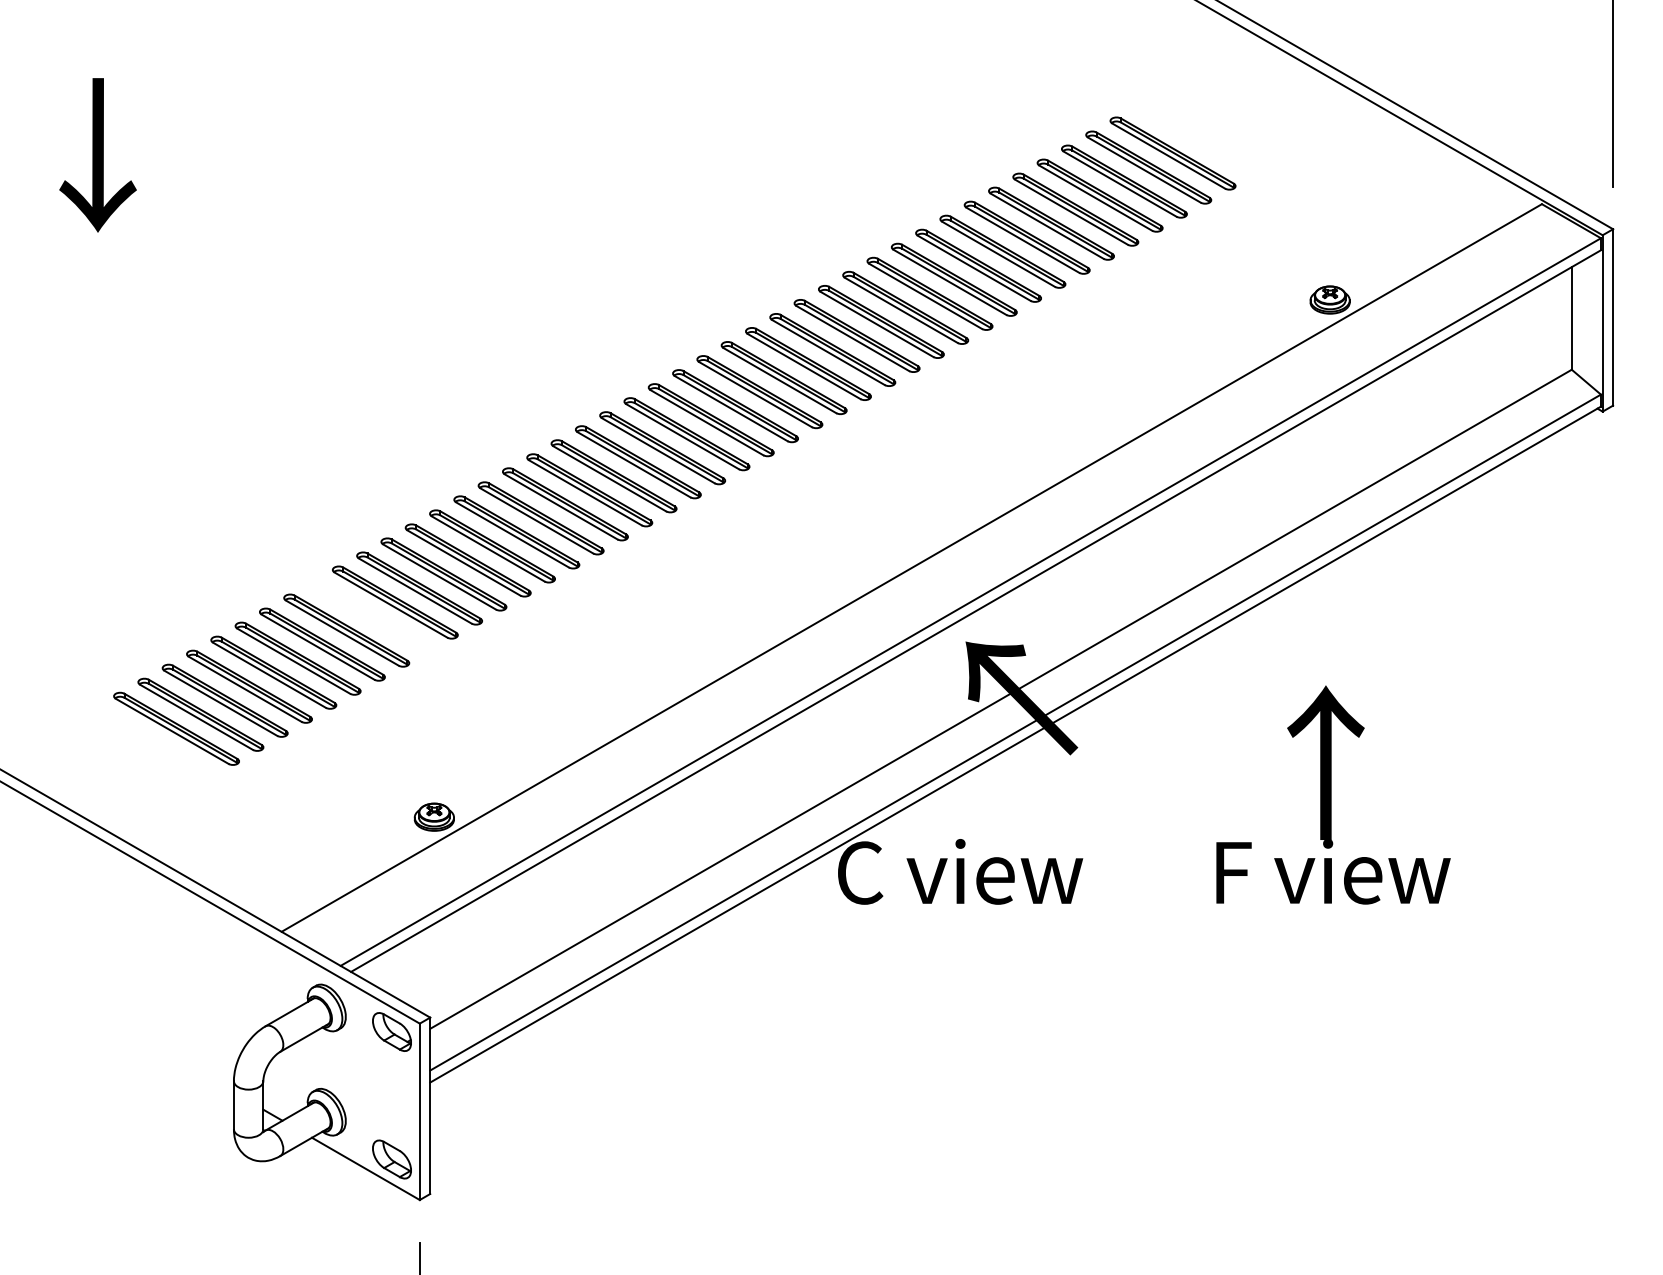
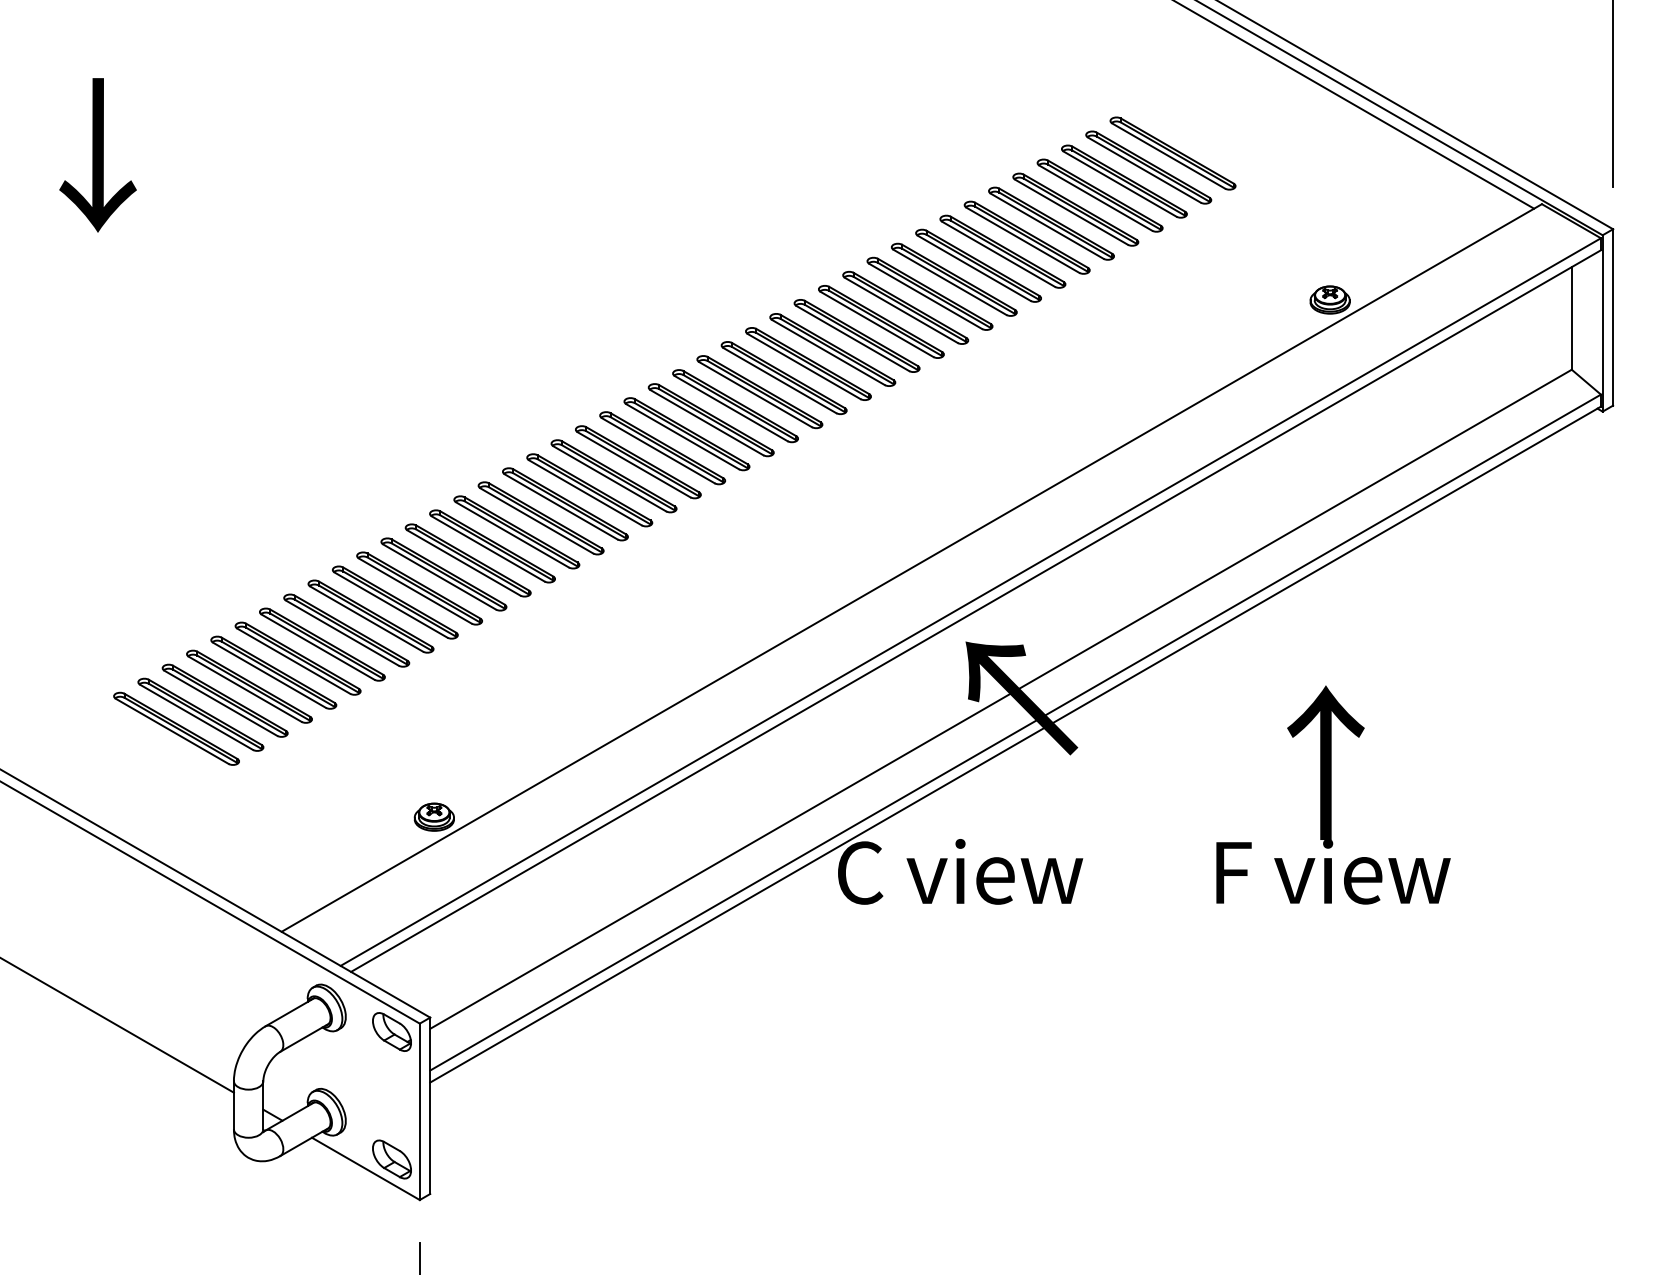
line at (1355, 105): none -> present
part at (370, 616): none -> present
line at (117, 1025): none -> present
